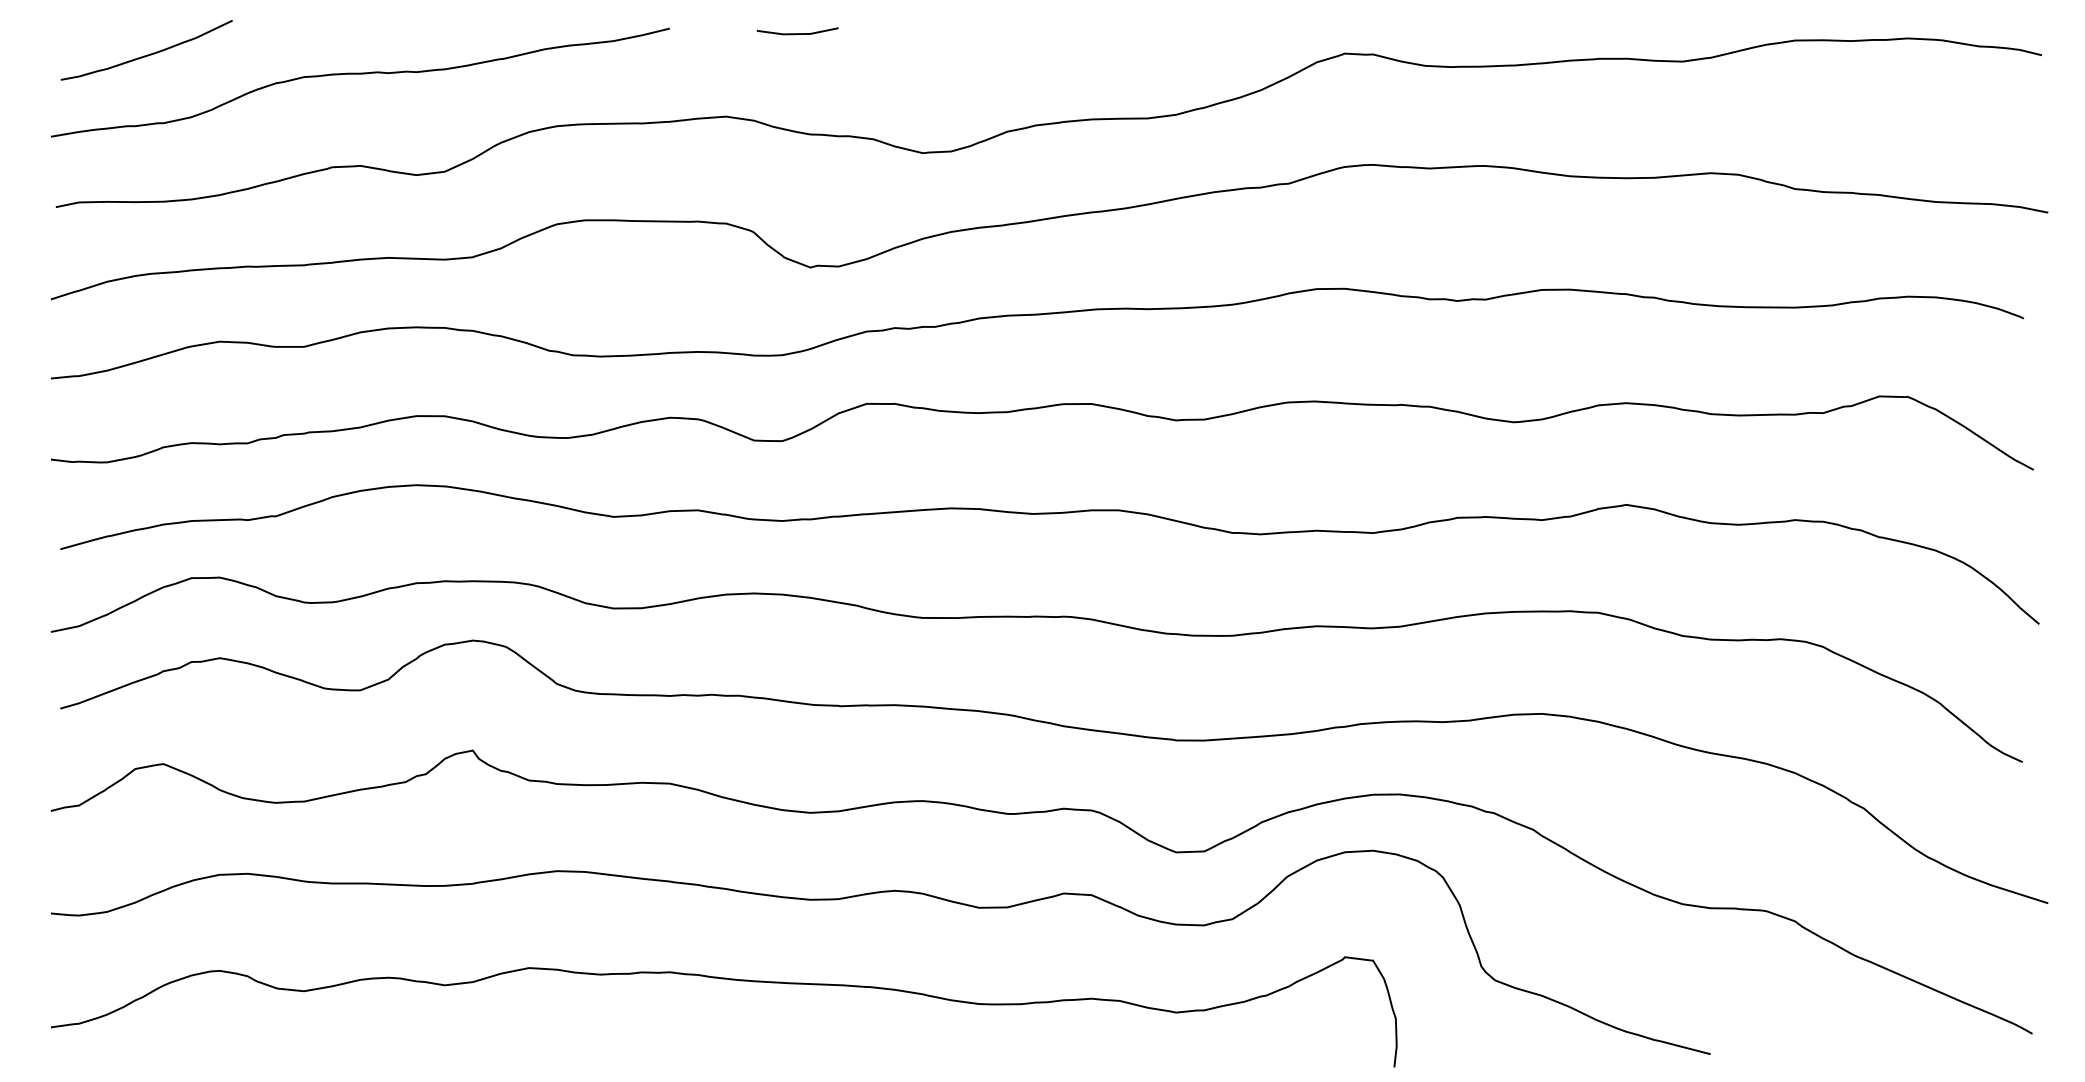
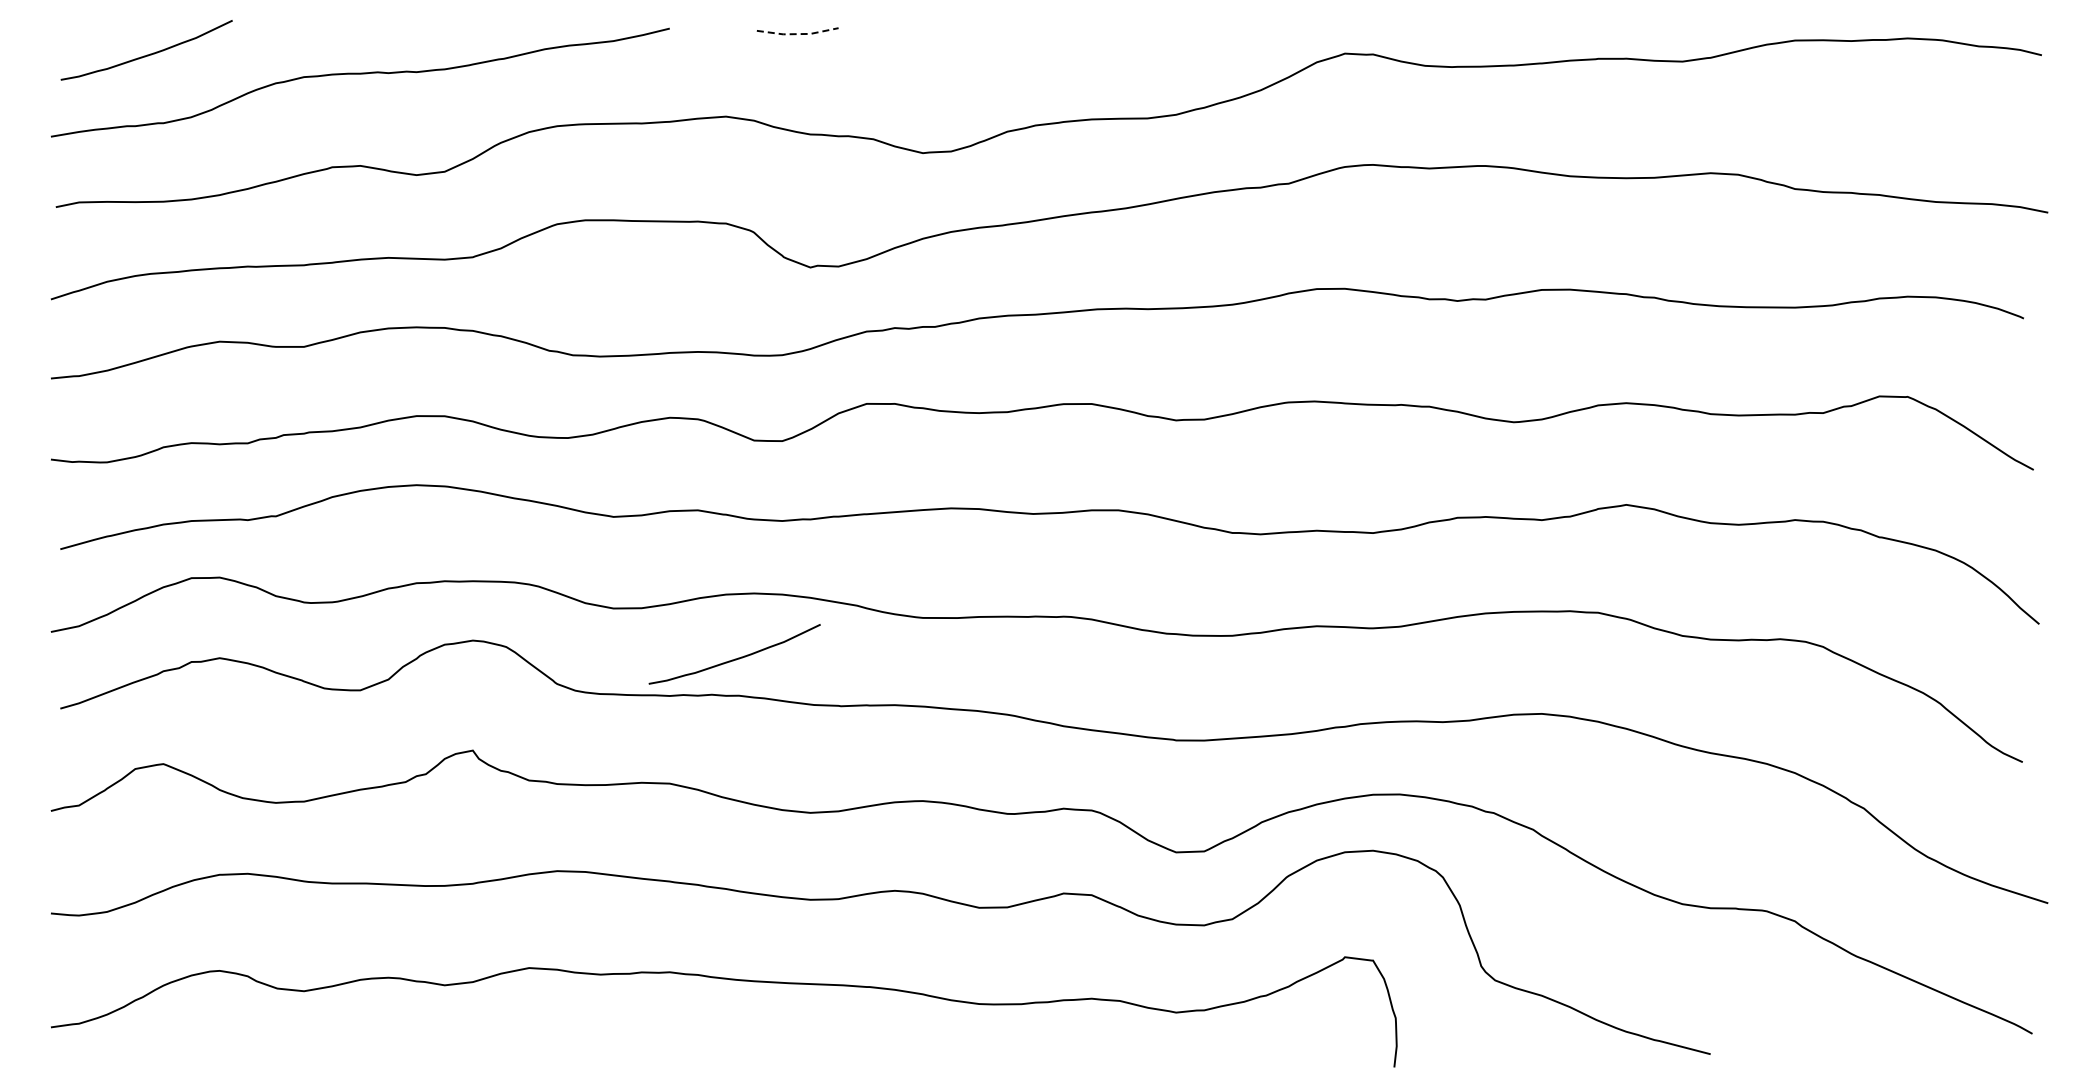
line at (797, 34): solid -> dashed
curve at (735, 658): none -> present
